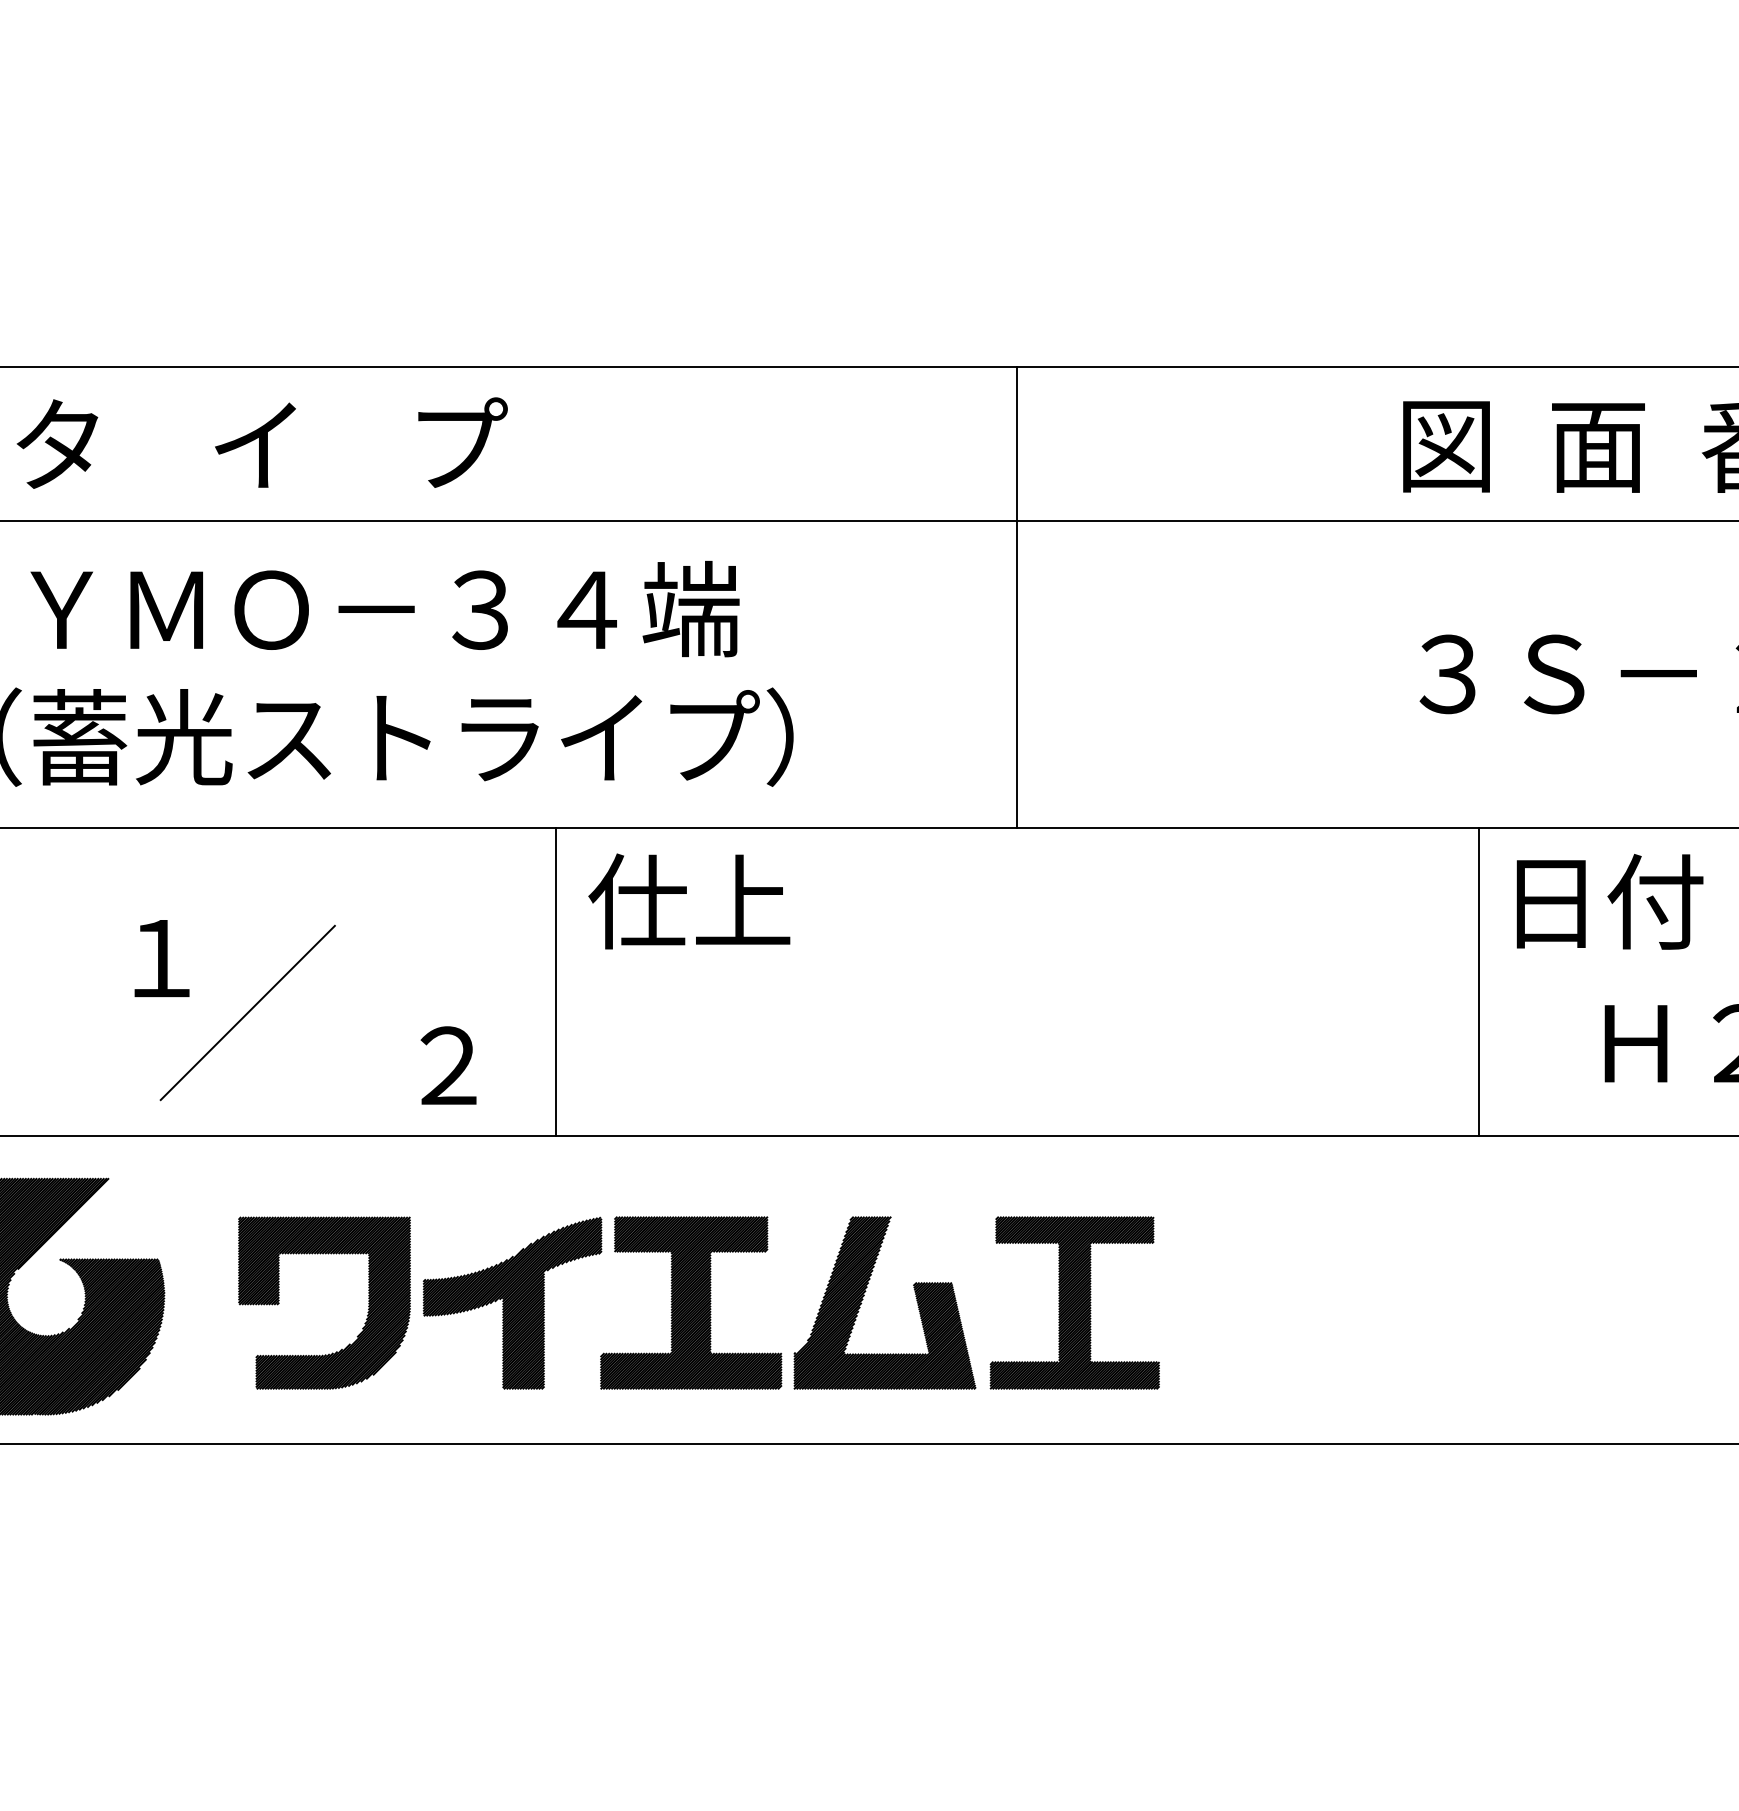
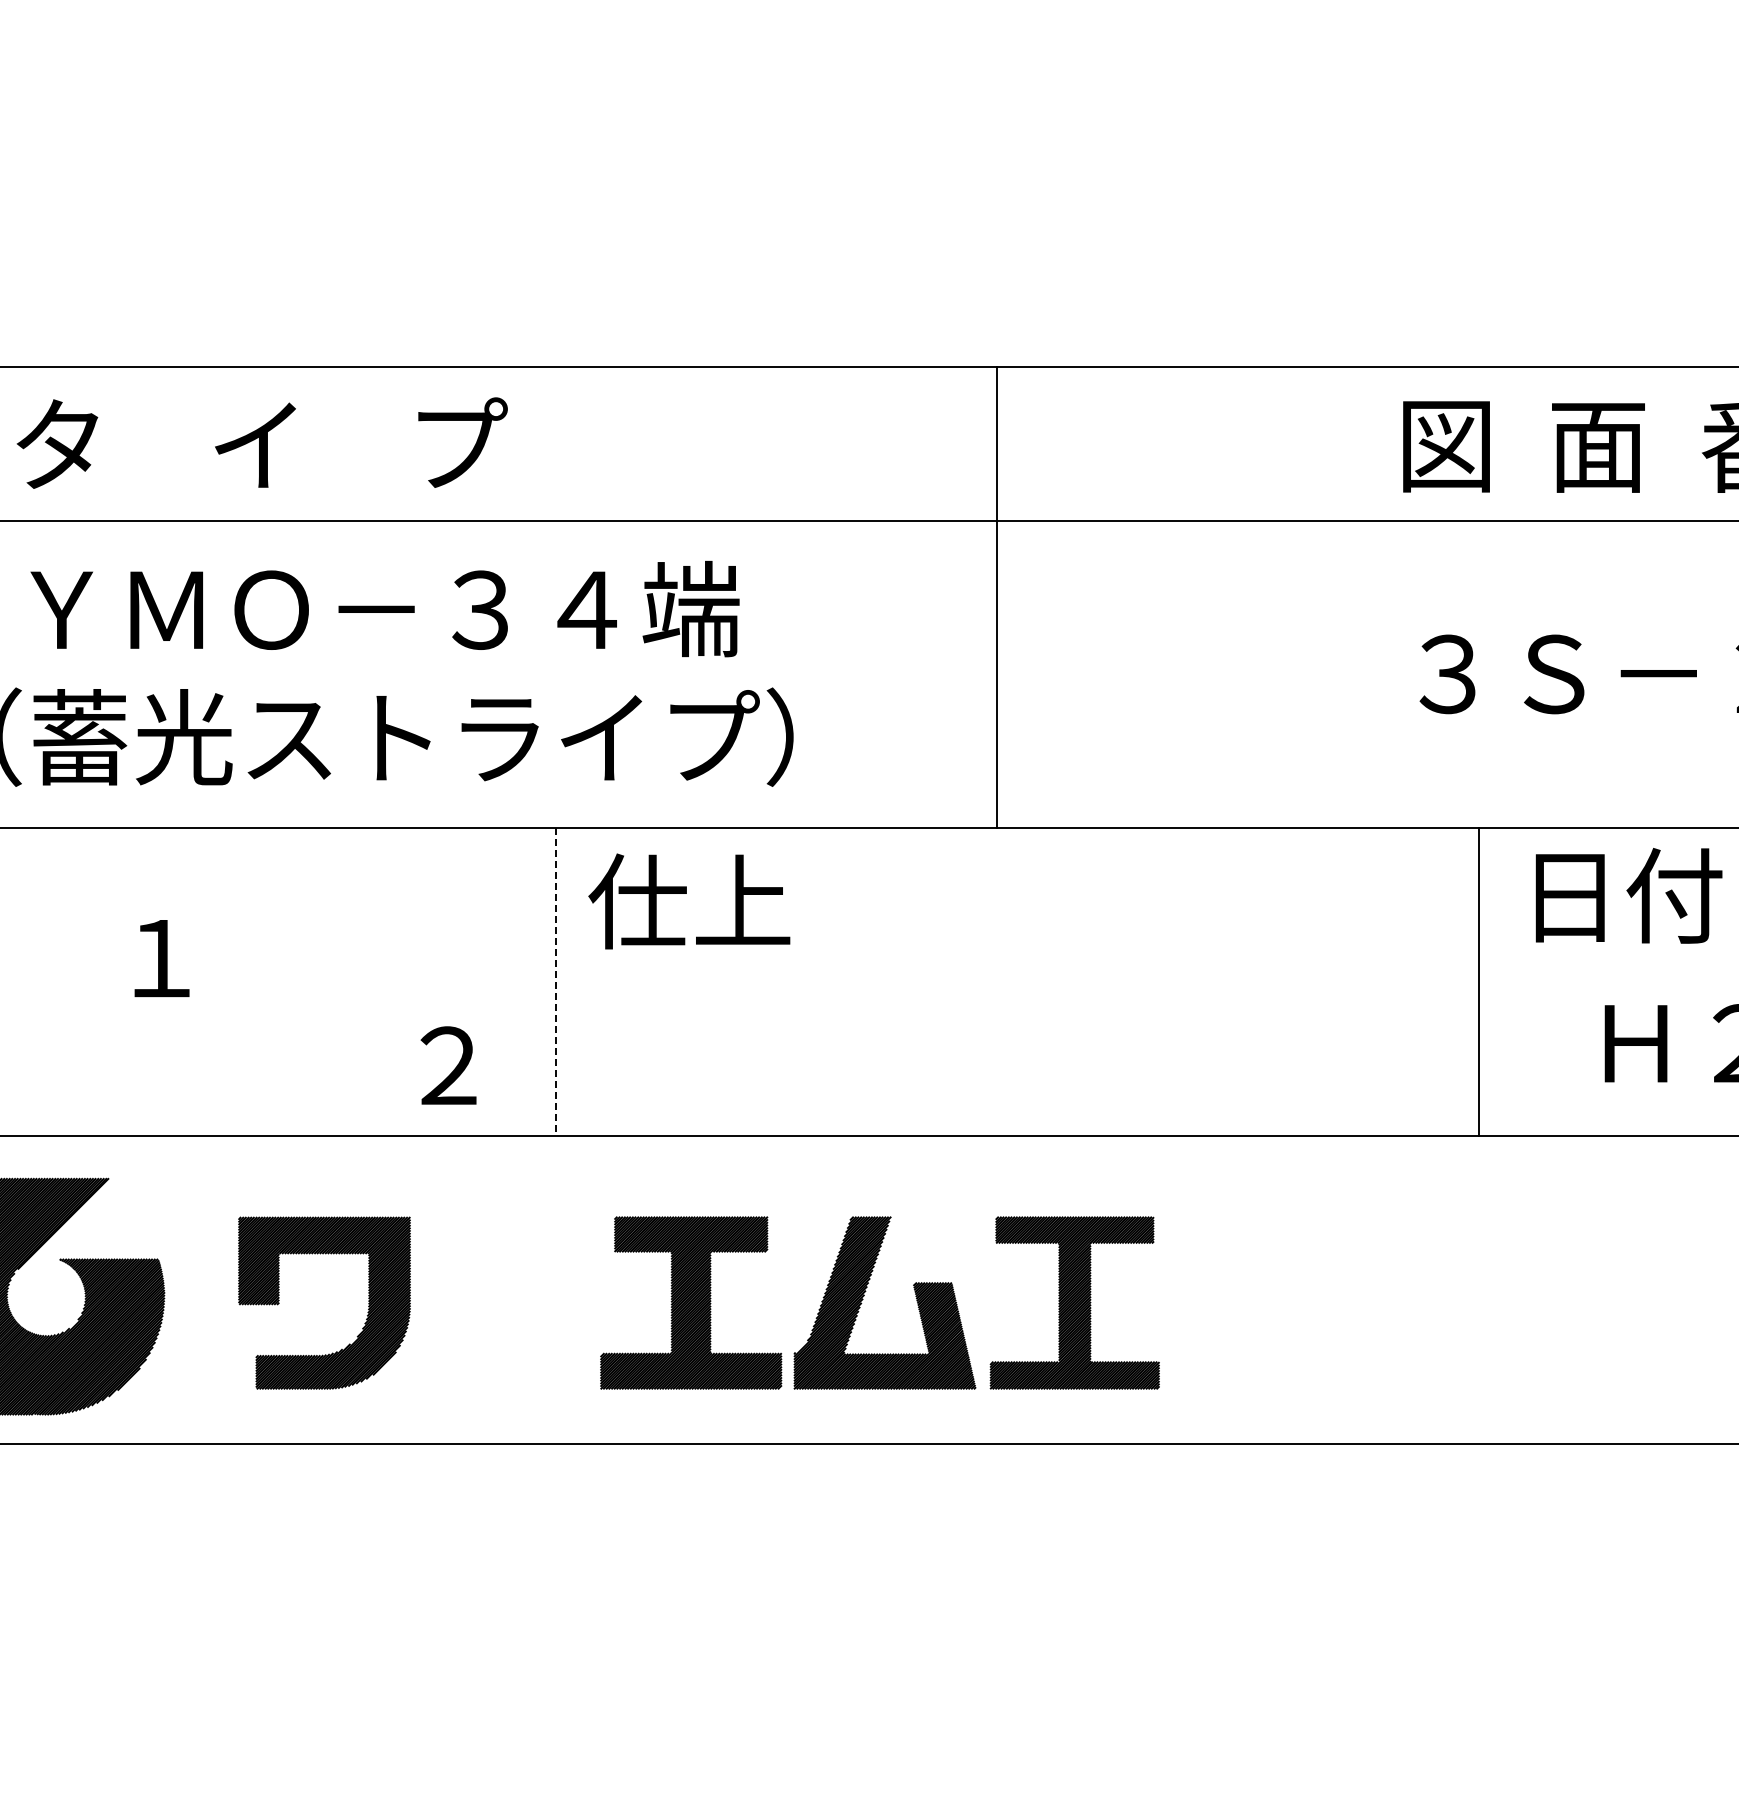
line at (1017, 597) position: (1017, 597) -> (997, 597)
text at (1609, 901) position: (1609, 901) -> (1628, 895)
line at (555, 982): solid -> dashed
line at (247, 1012): present -> none
part at (512, 1302): present -> none
